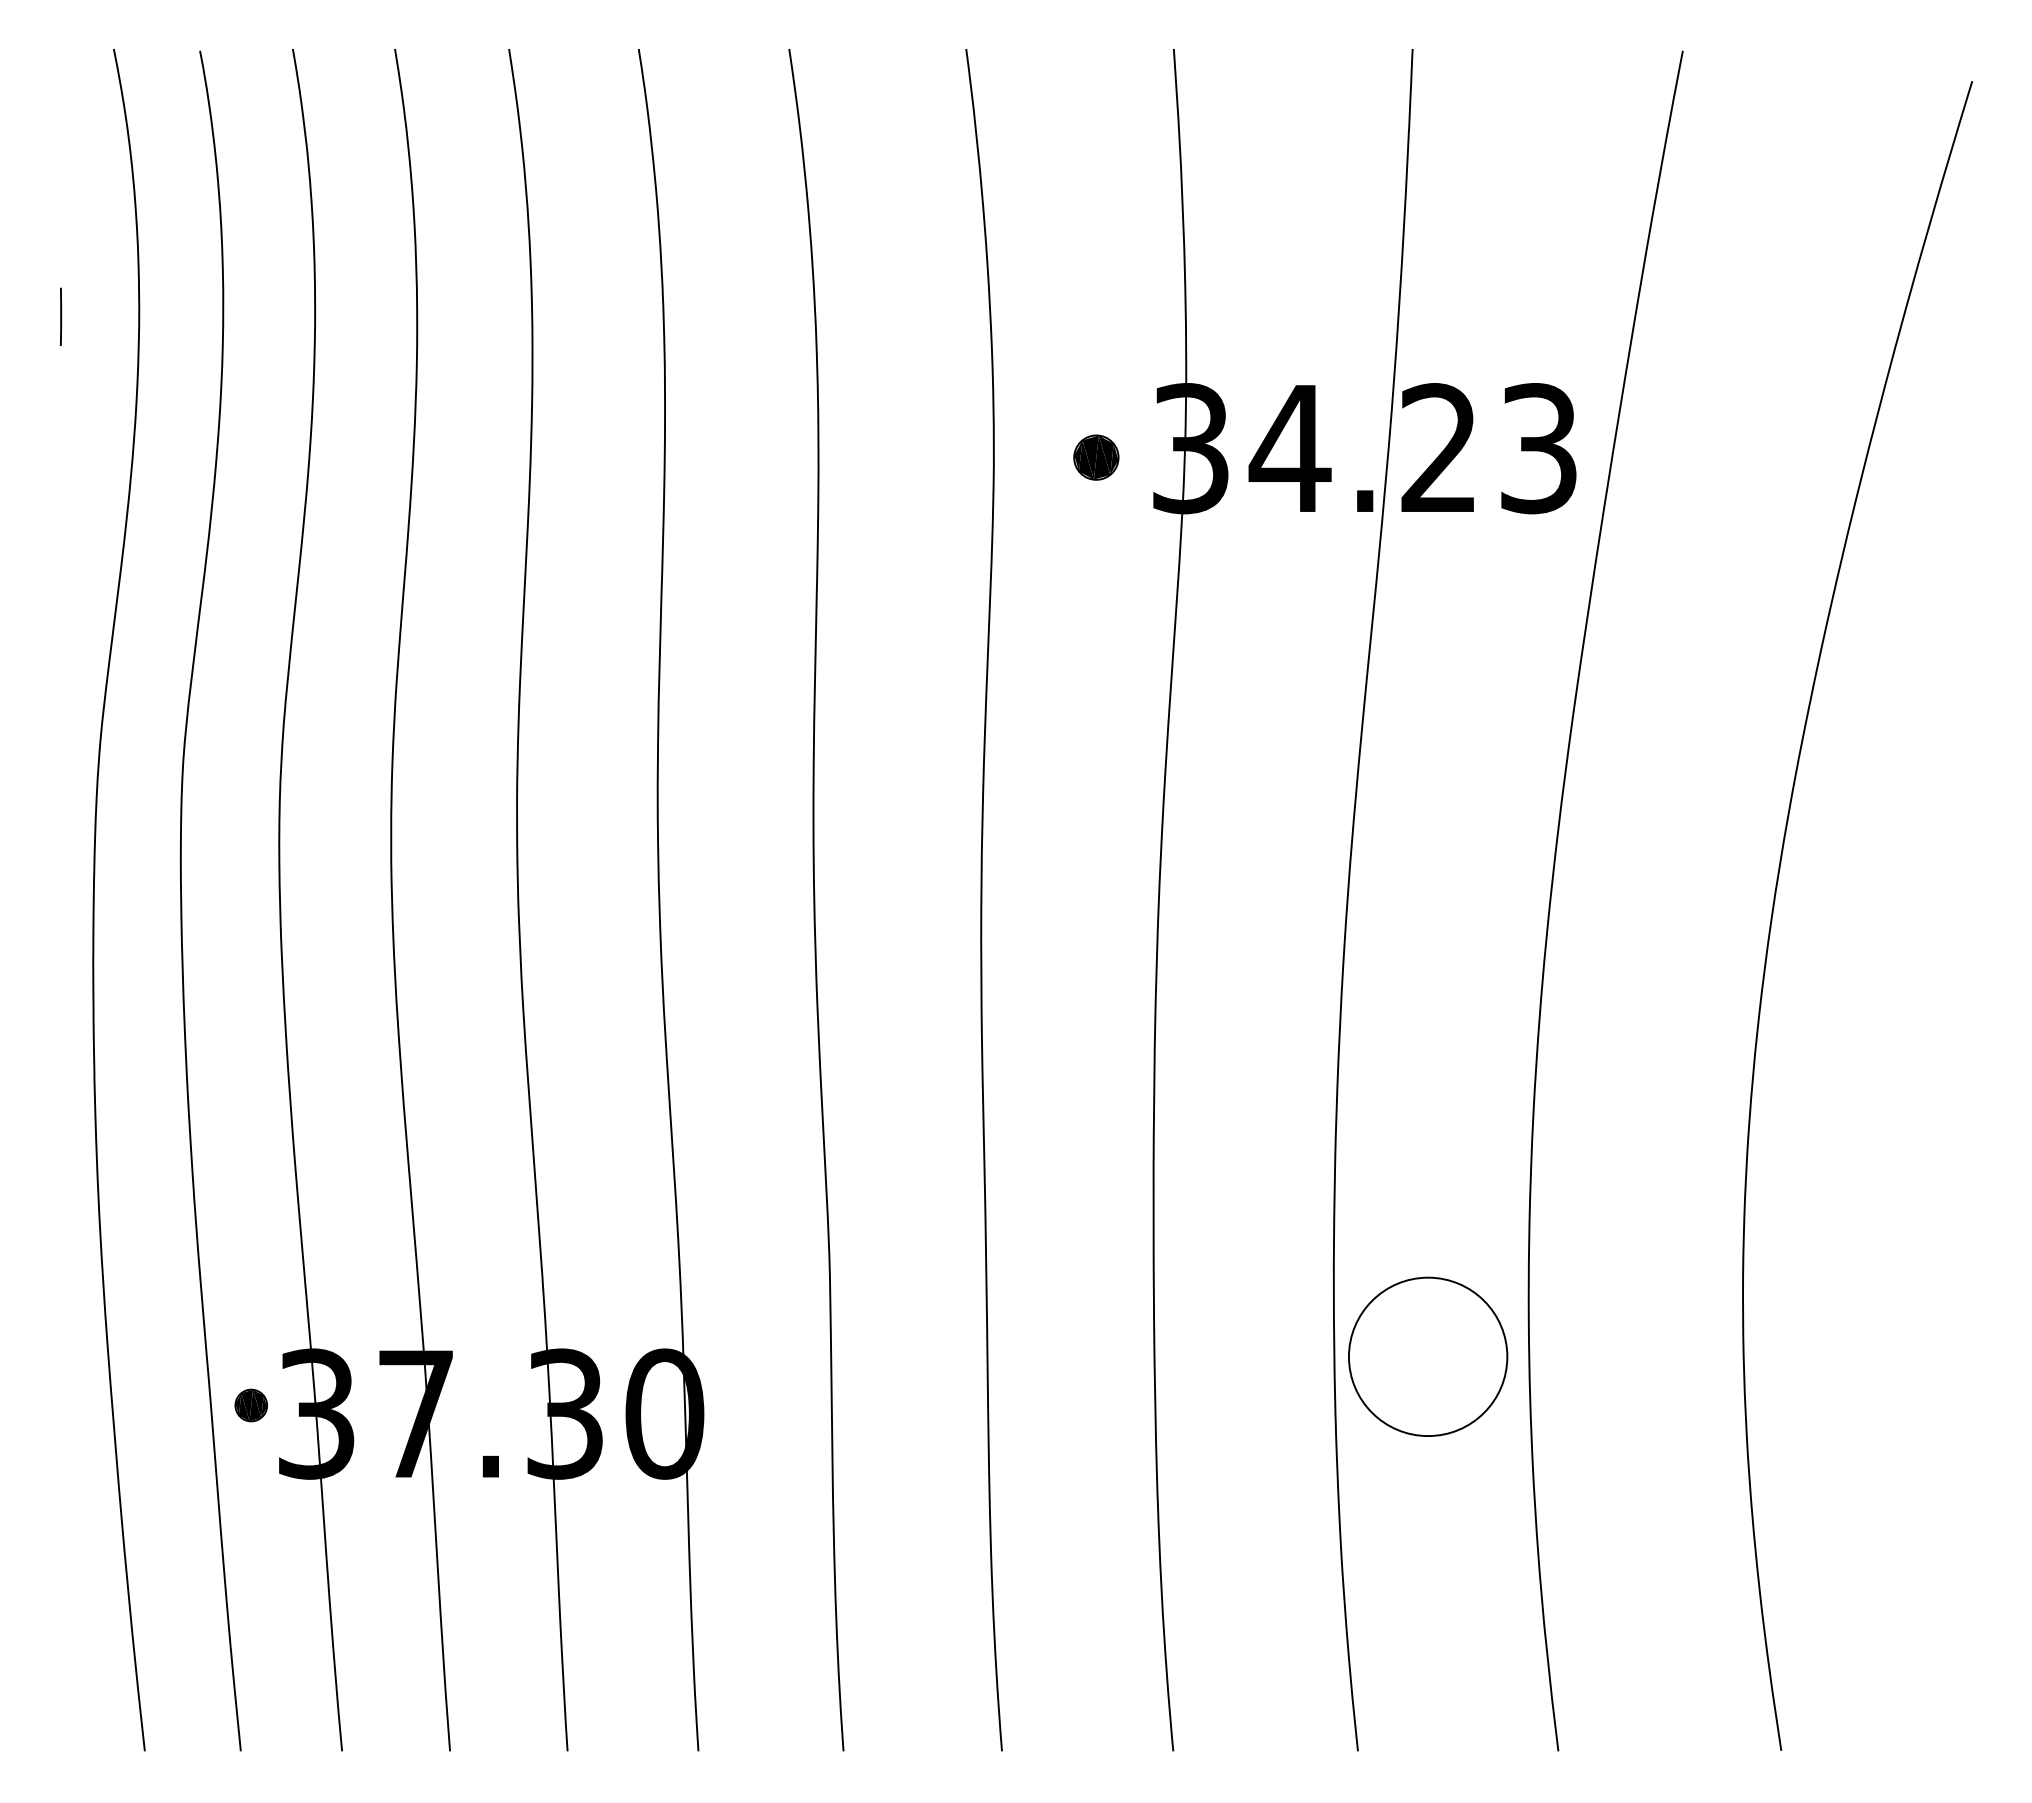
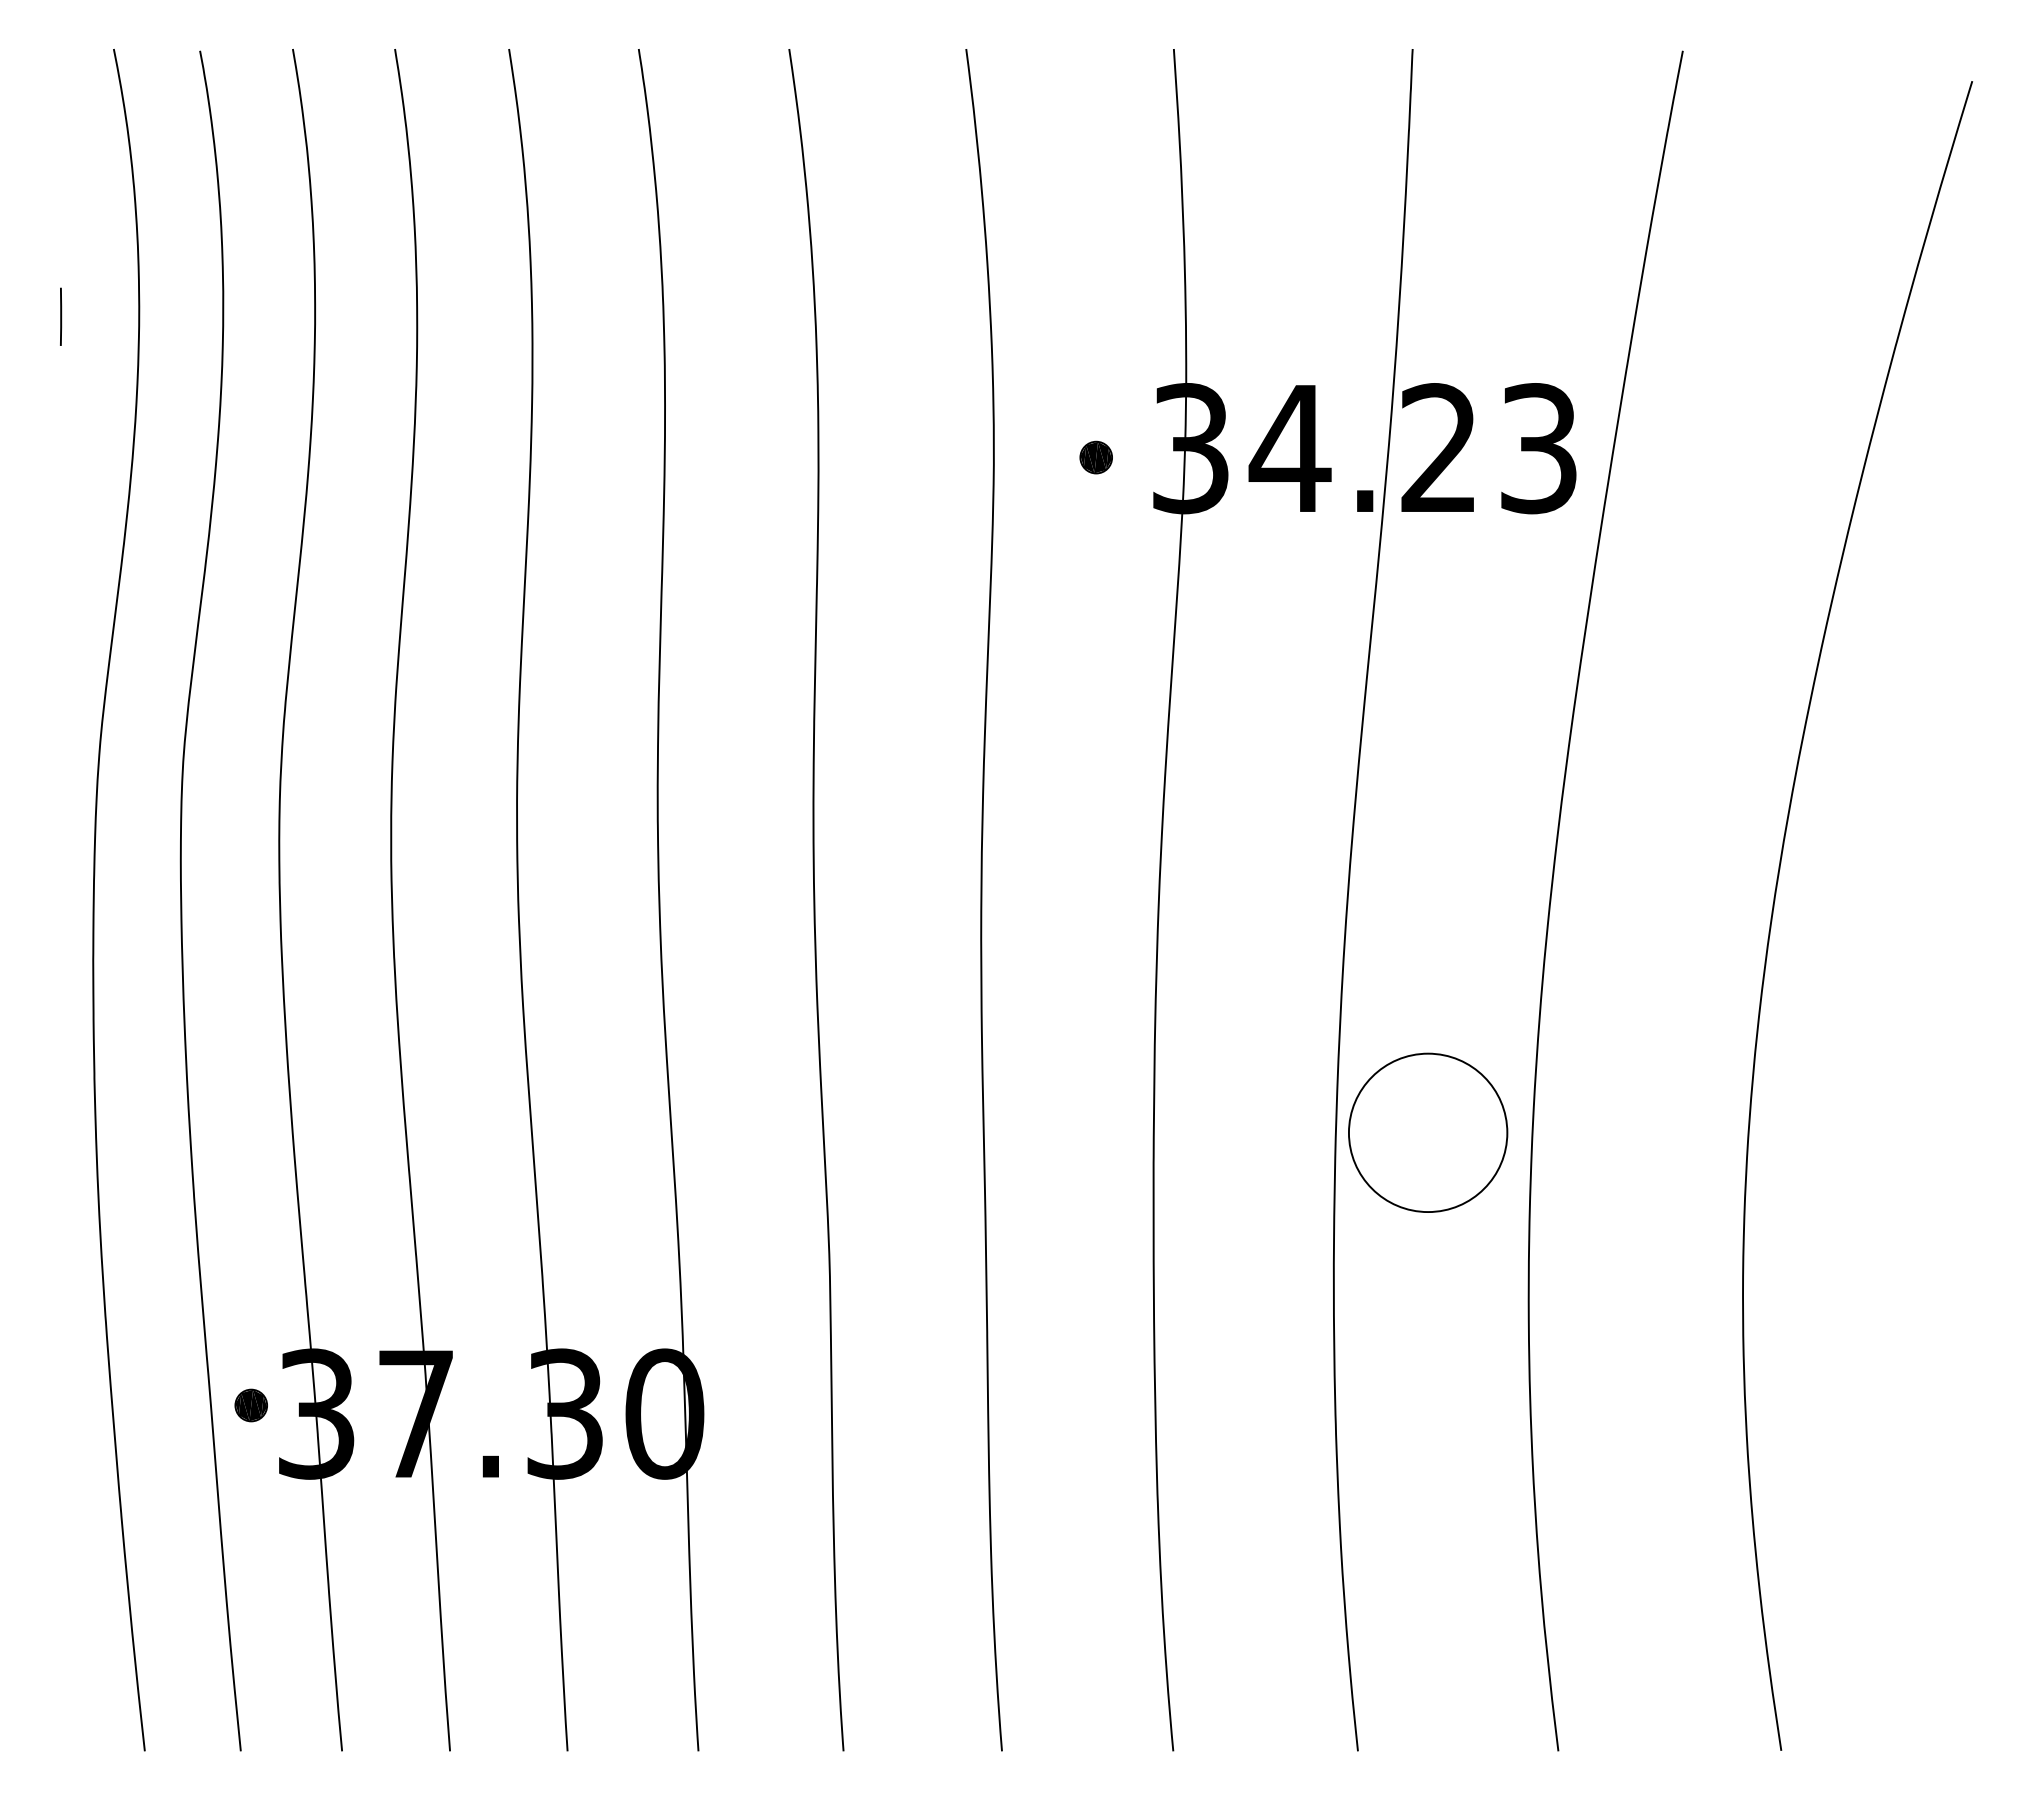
part at (1096, 457) size: 47x47 px -> 34x35 px
part at (1428, 1356) position: (1428, 1356) -> (1428, 1132)
